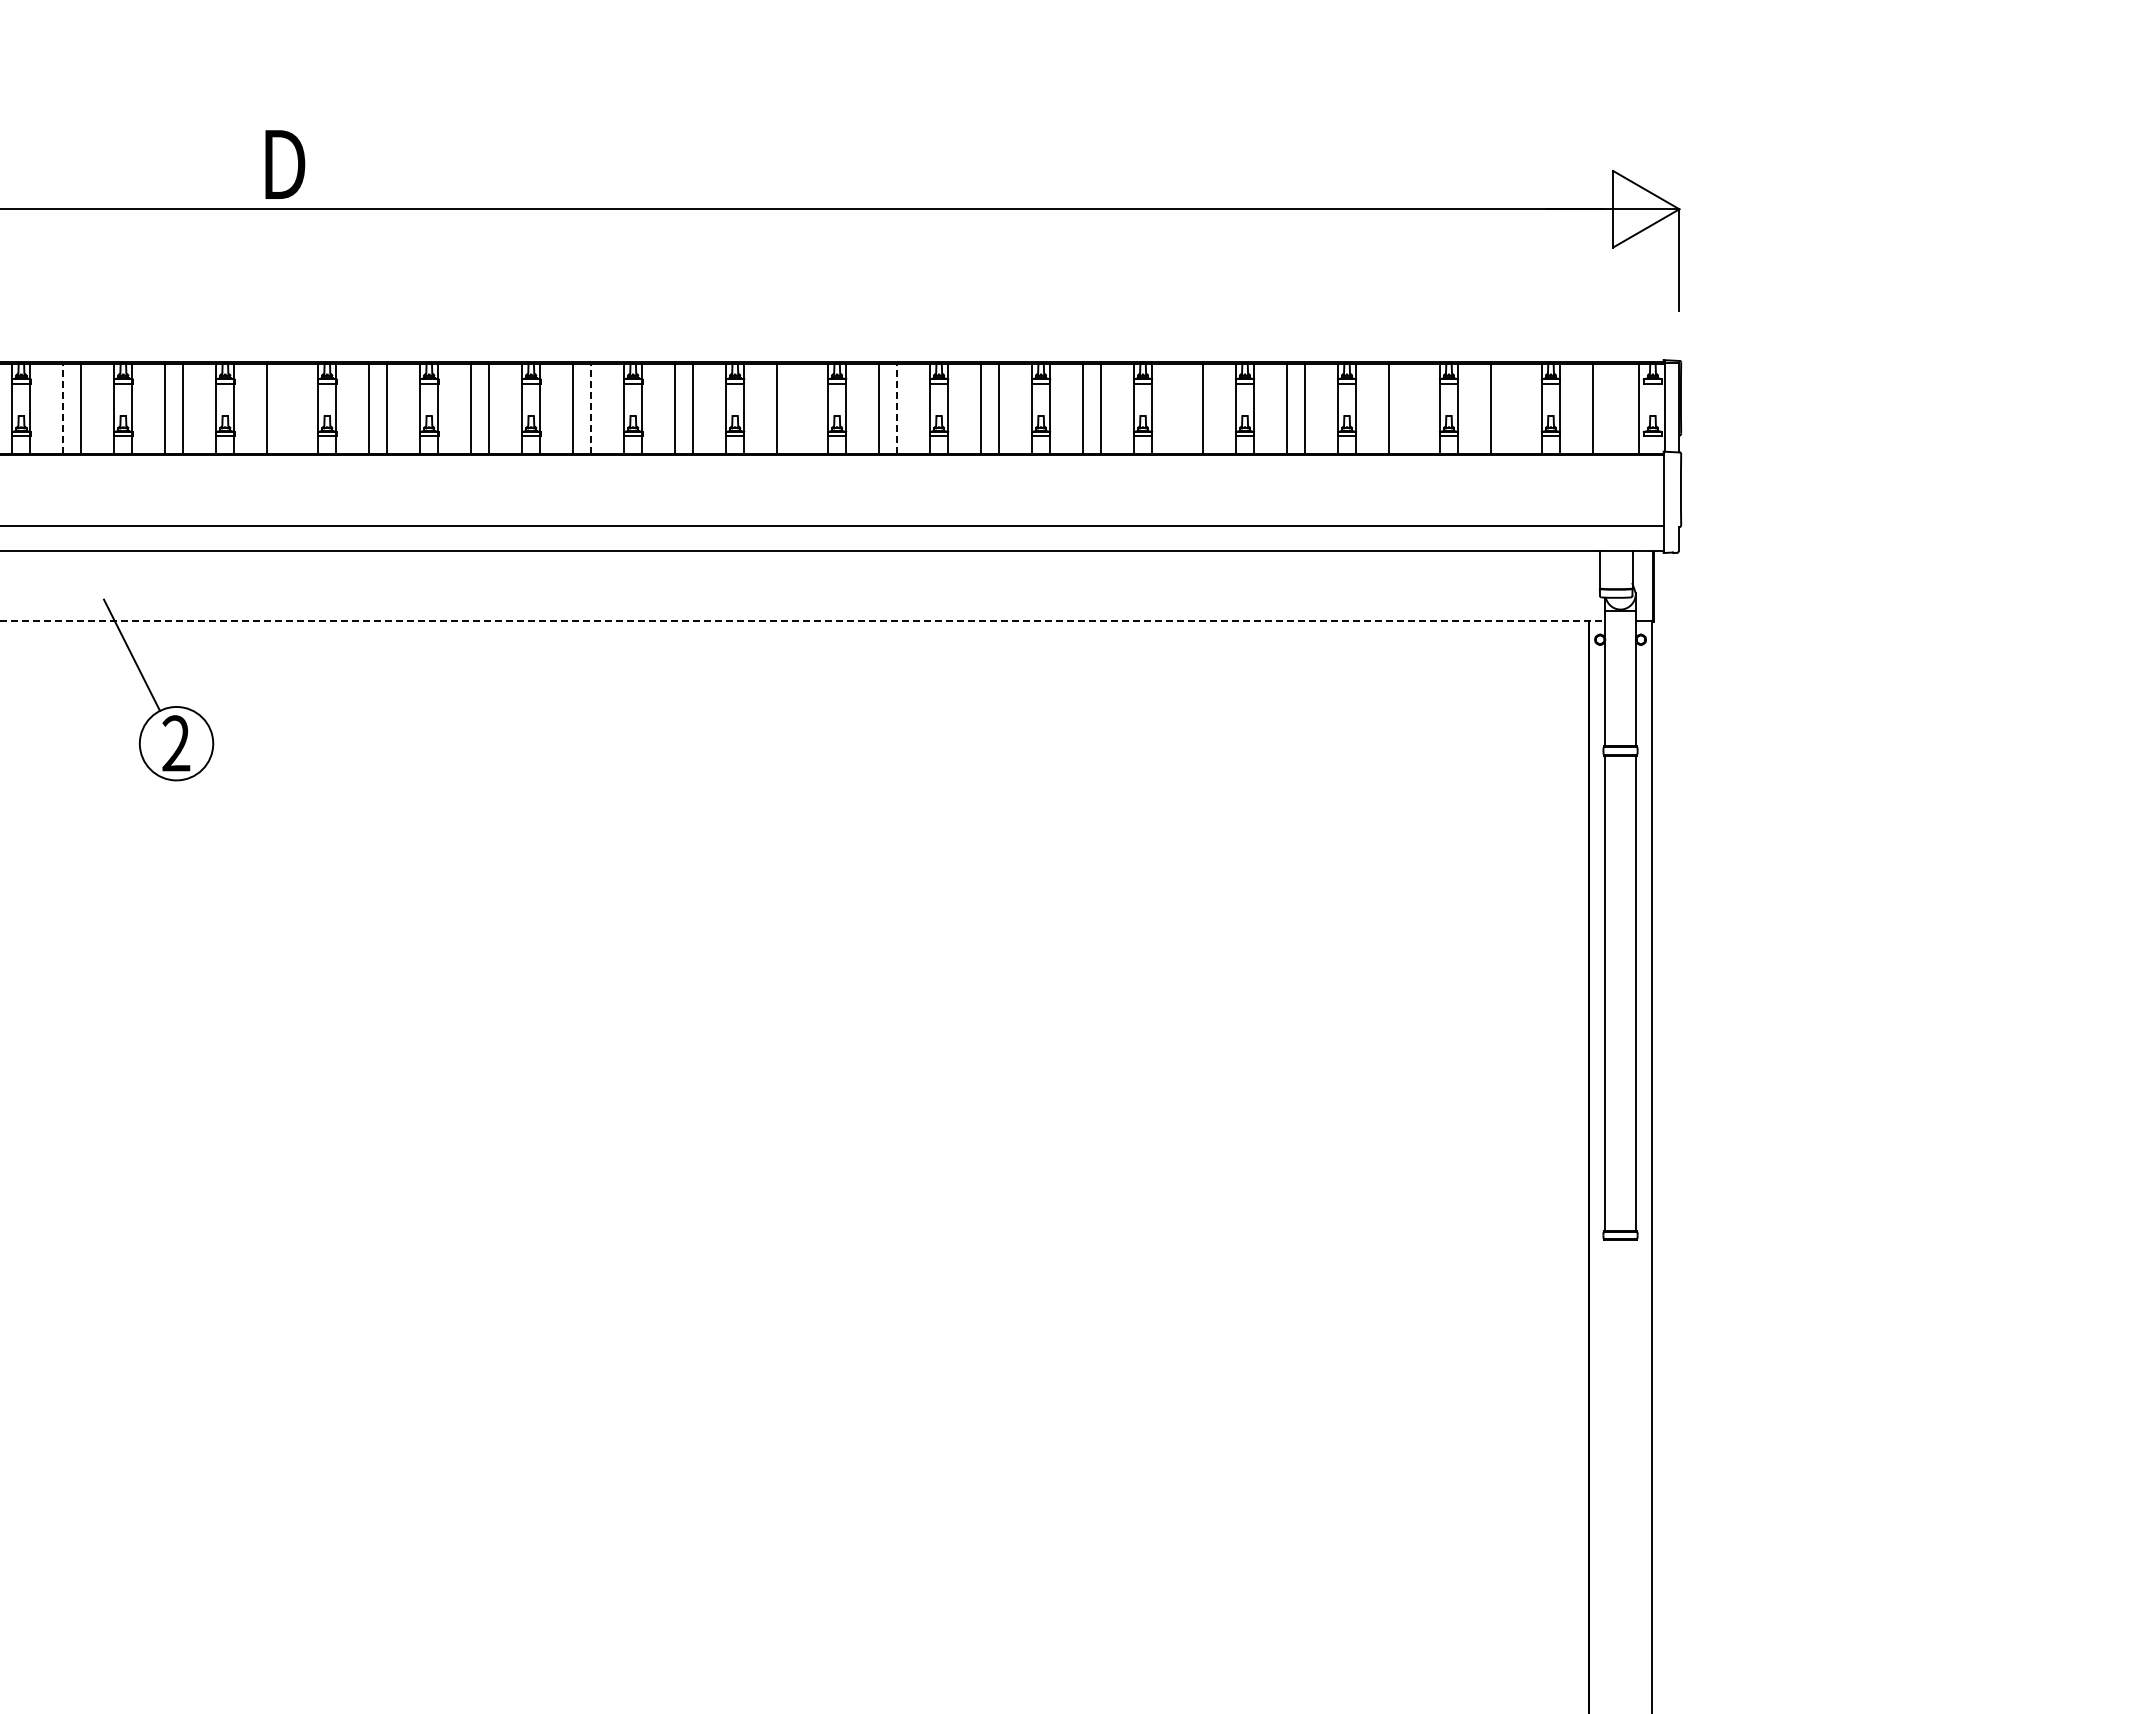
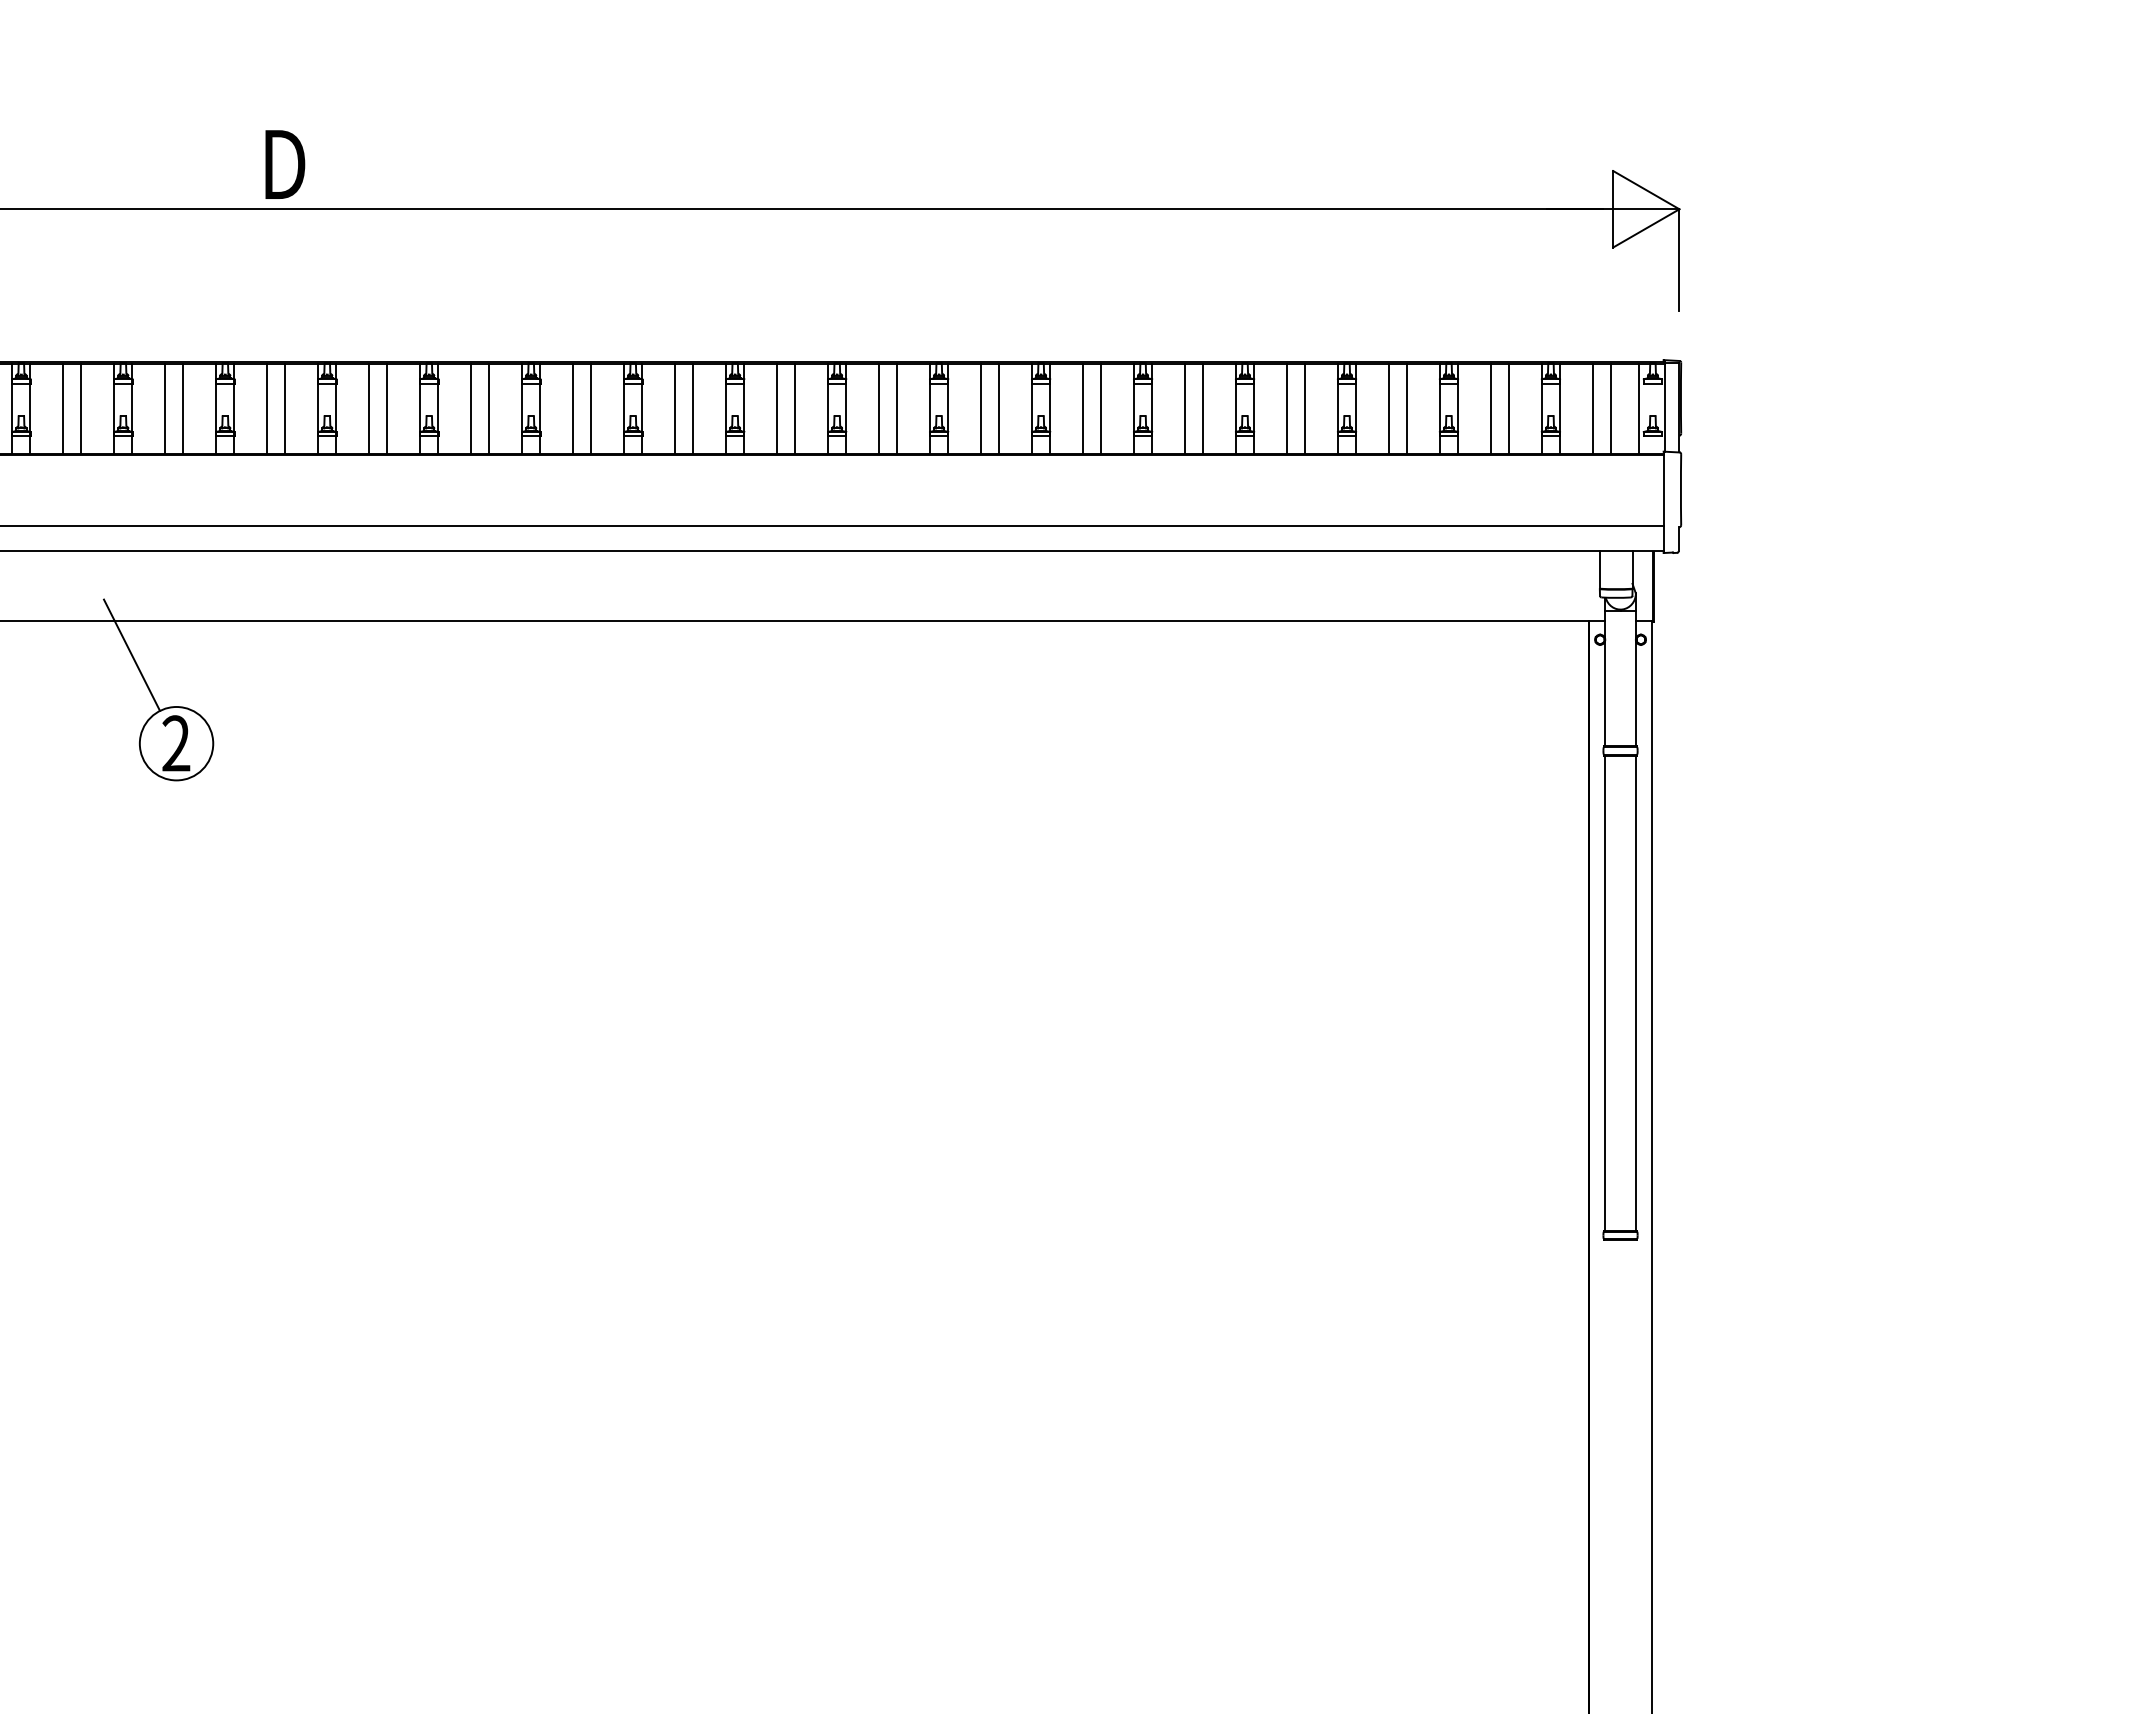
line at (63, 408): dashed -> solid
line at (285, 408): none -> present
line at (591, 408): dashed -> solid
line at (795, 408): none -> present
line at (897, 408): dashed -> solid
line at (1185, 408): none -> present
line at (1406, 408): none -> present
line at (1508, 408): none -> present
line at (1610, 408): none -> present
line at (803, 620): dashed -> solid
